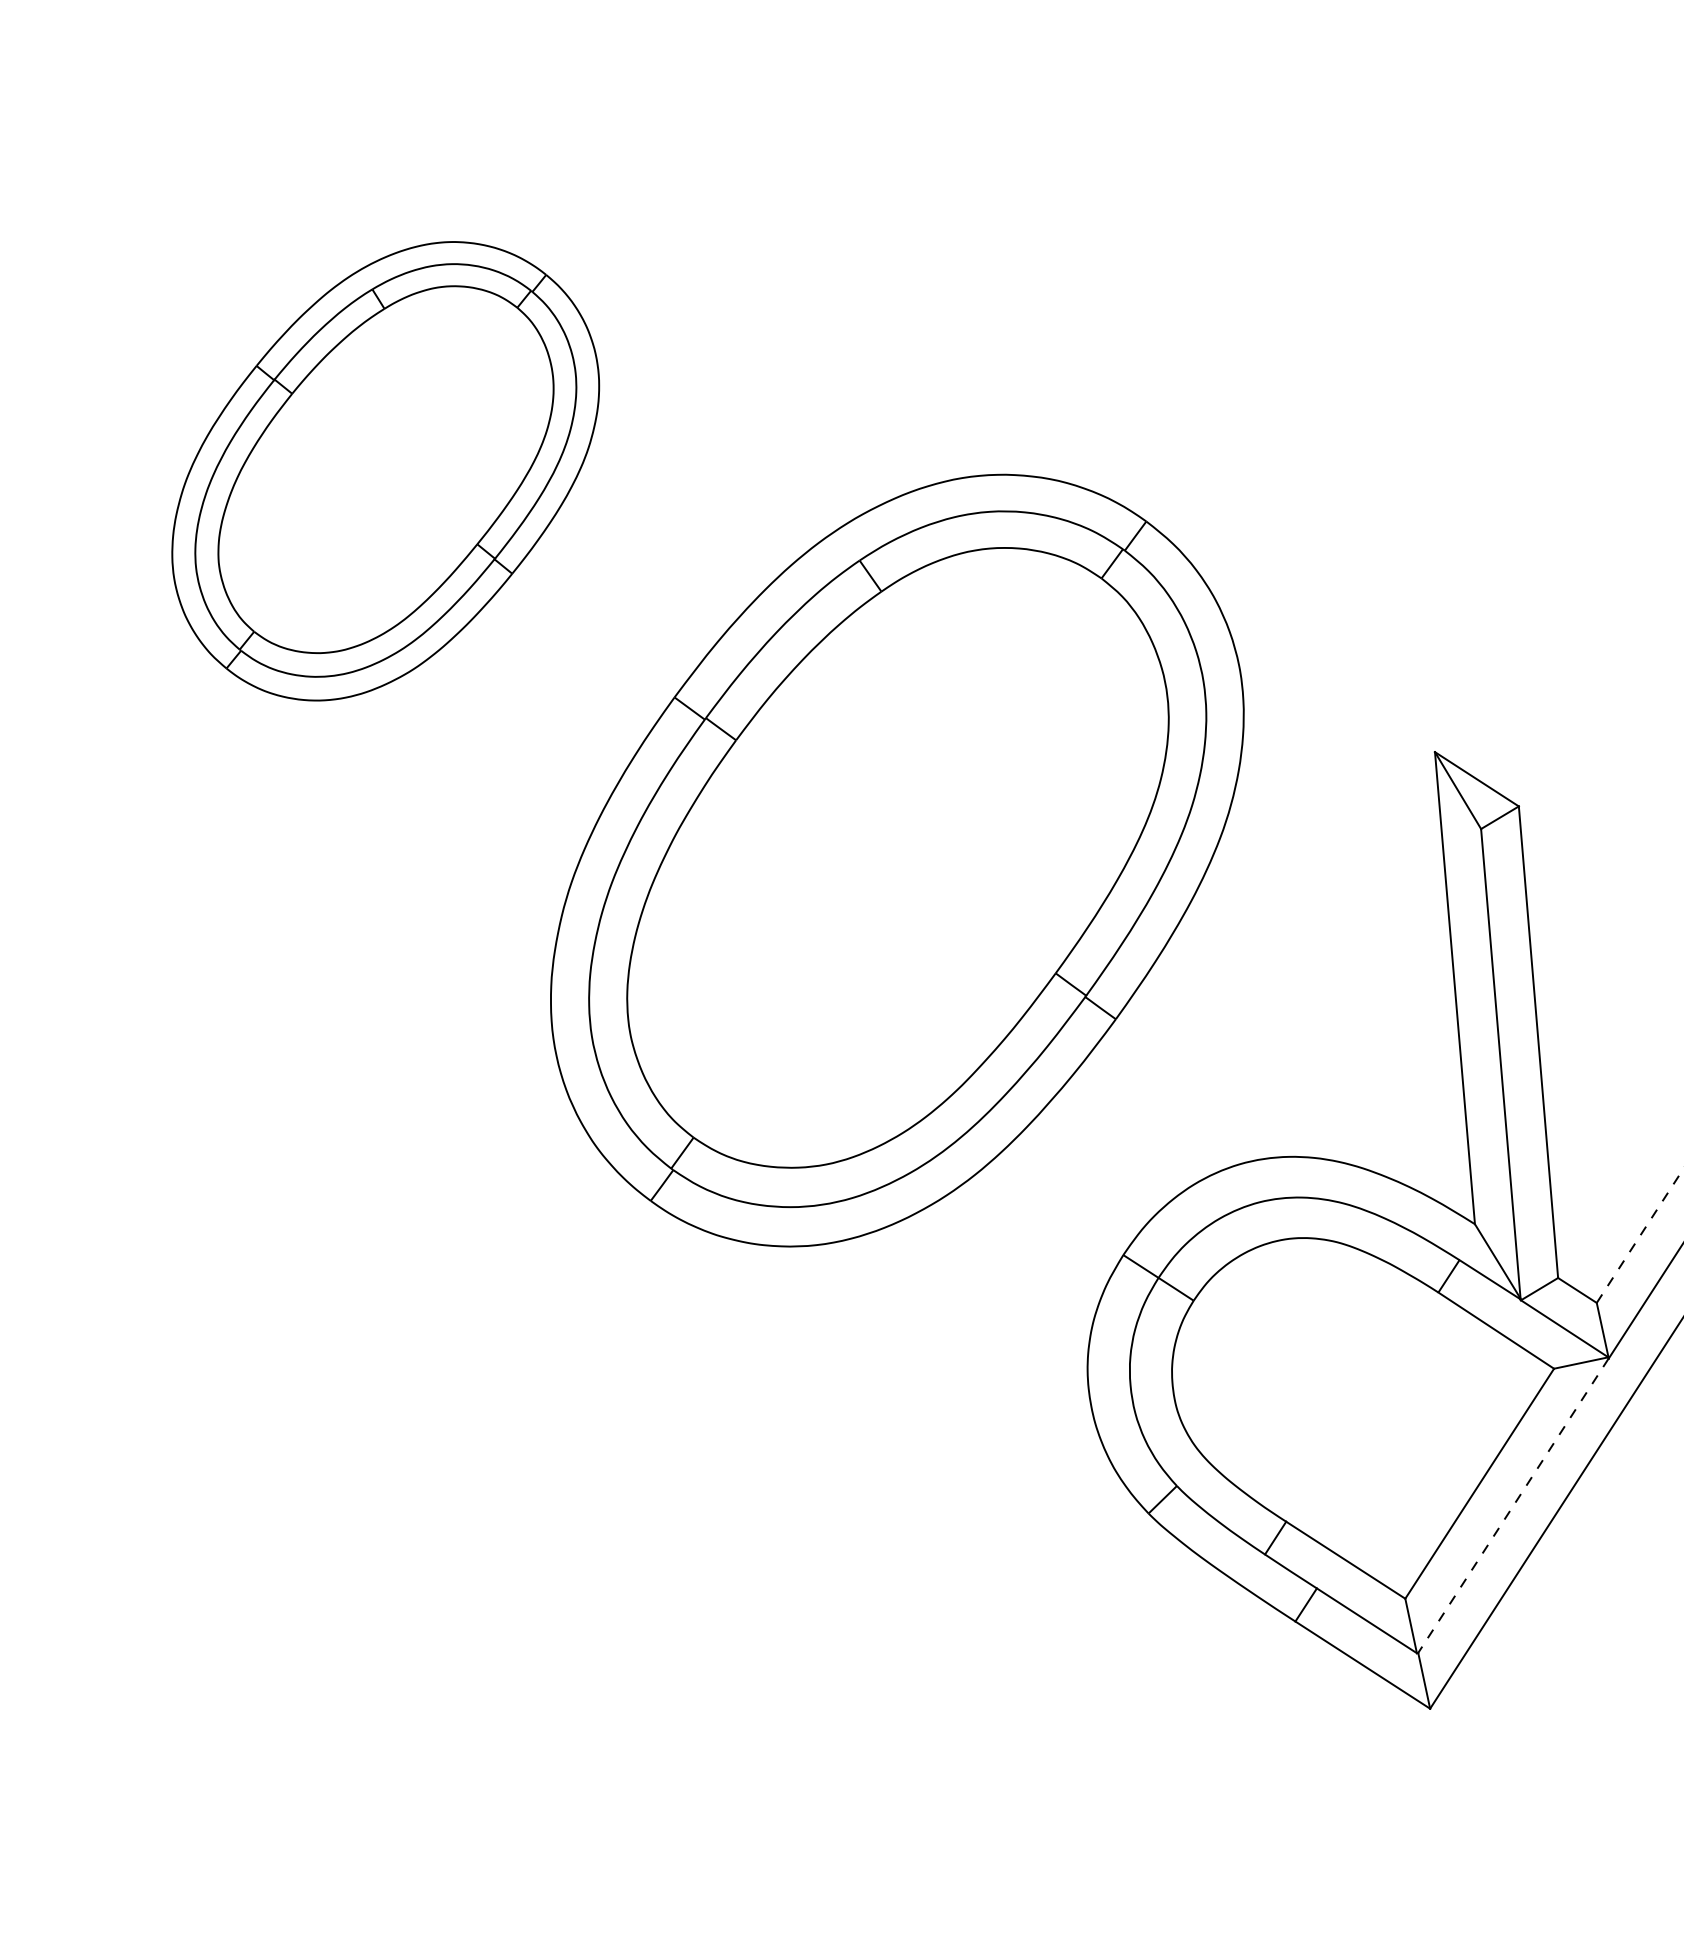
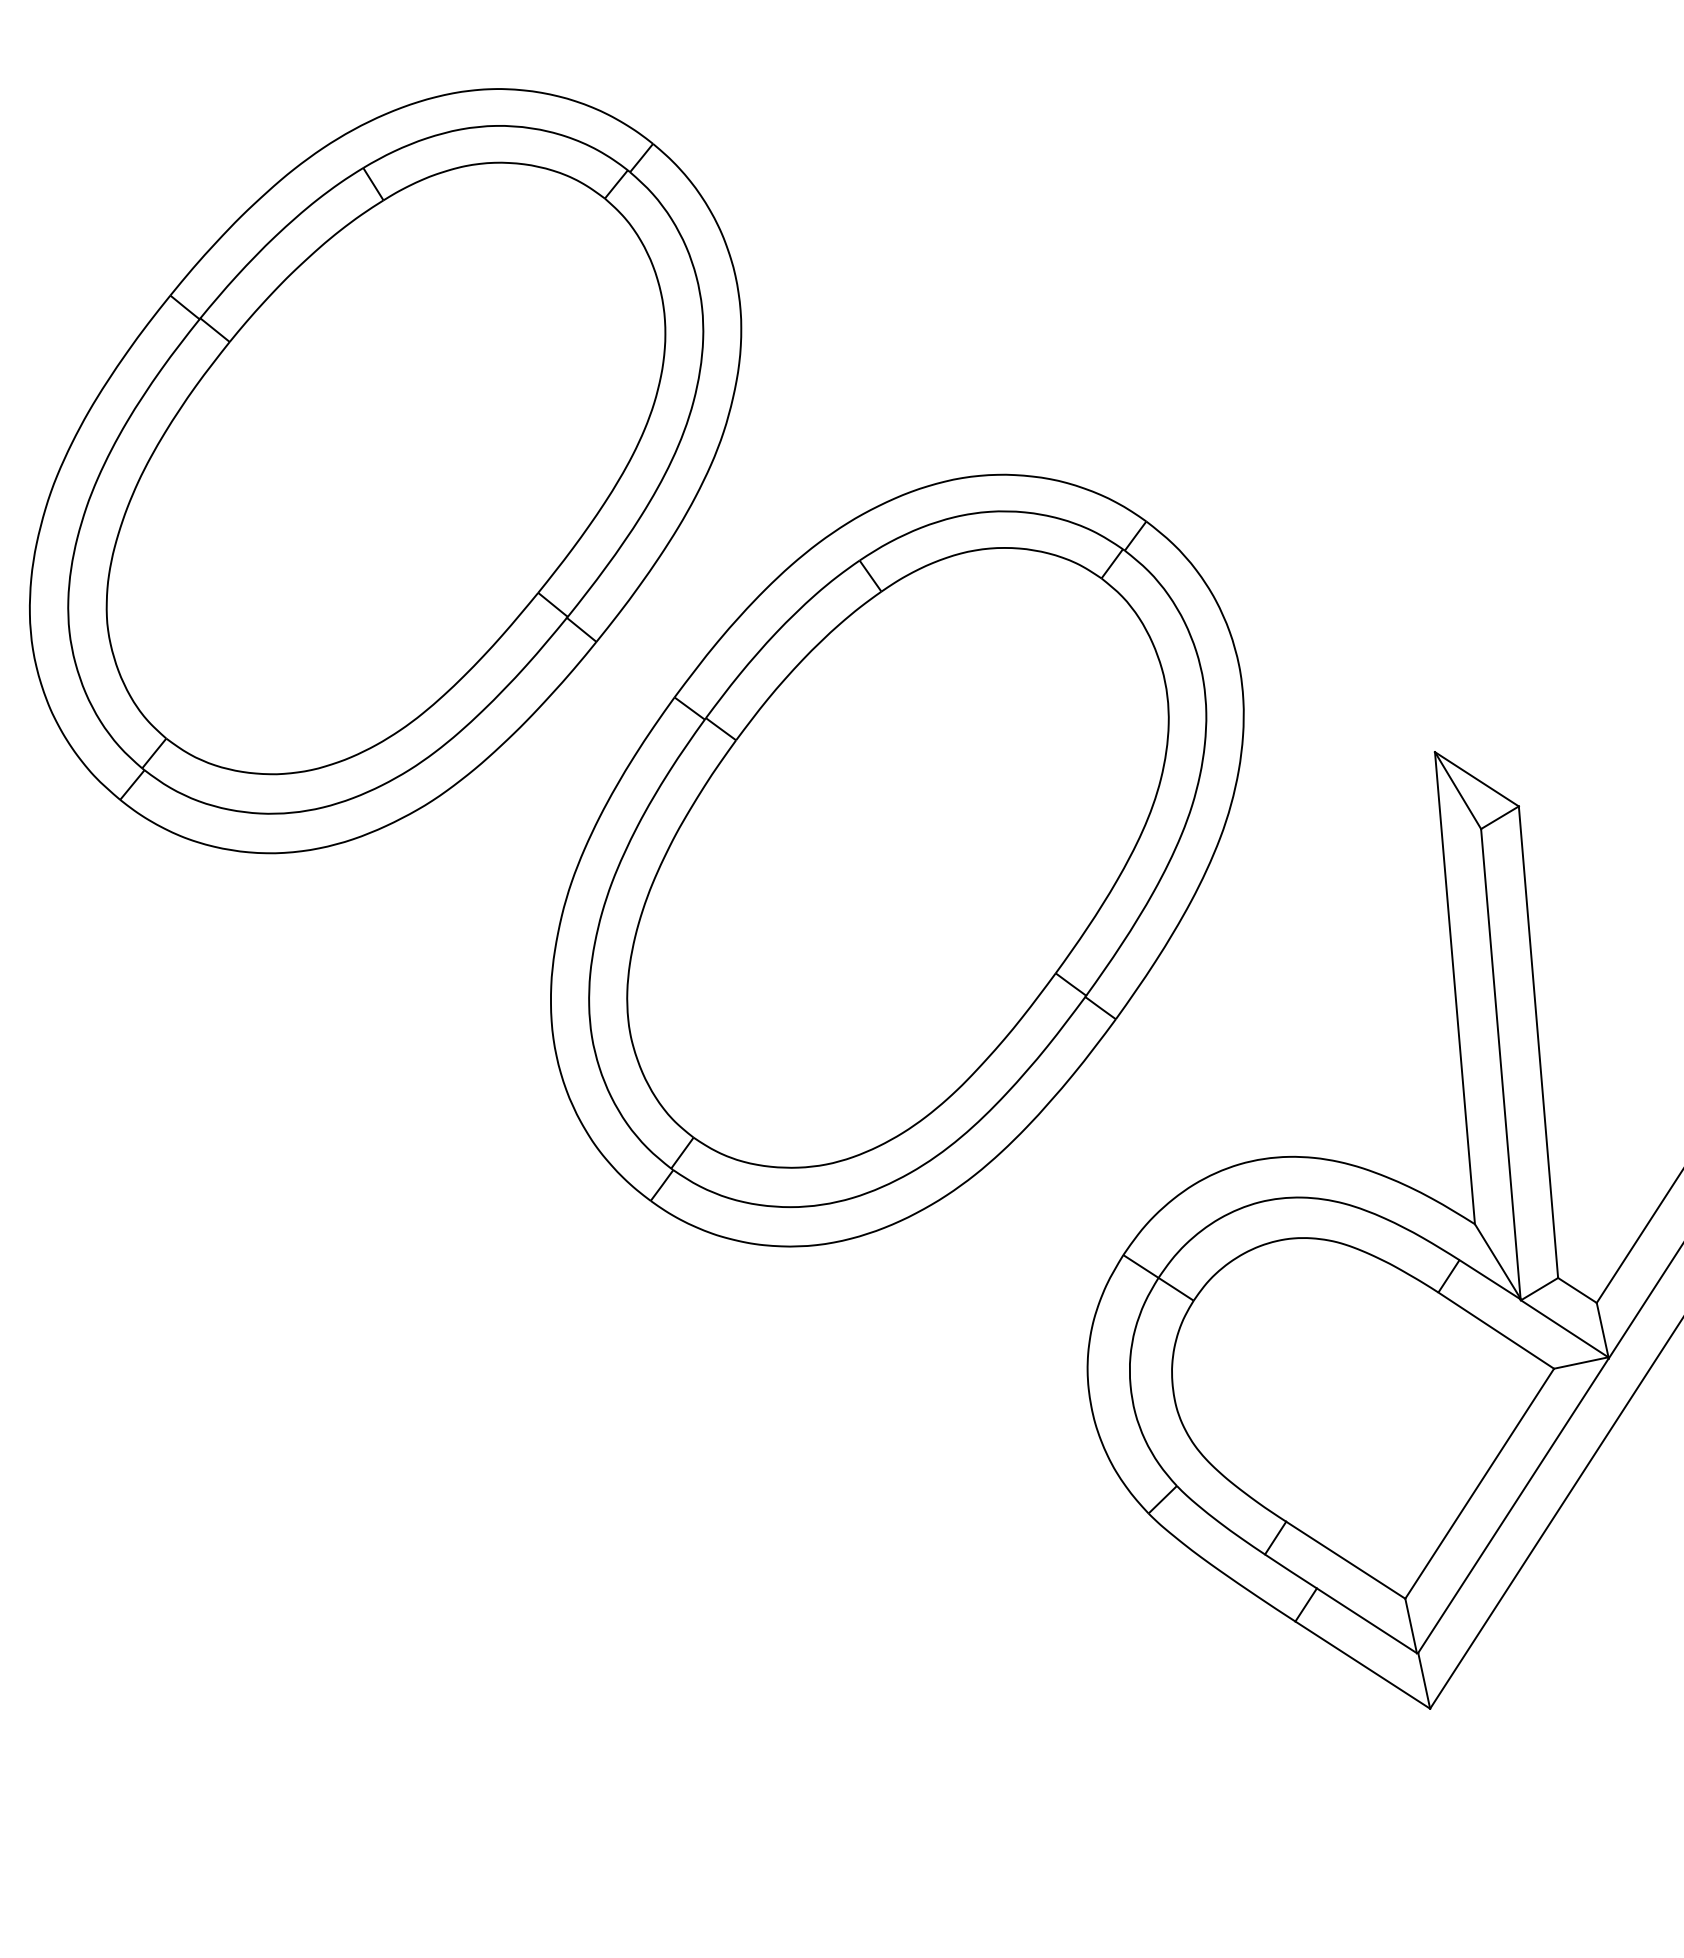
part at (385, 471) size: 430x461 px -> 714x767 px
line at (1640, 1235): dashed -> solid
line at (1513, 1506): dashed -> solid
